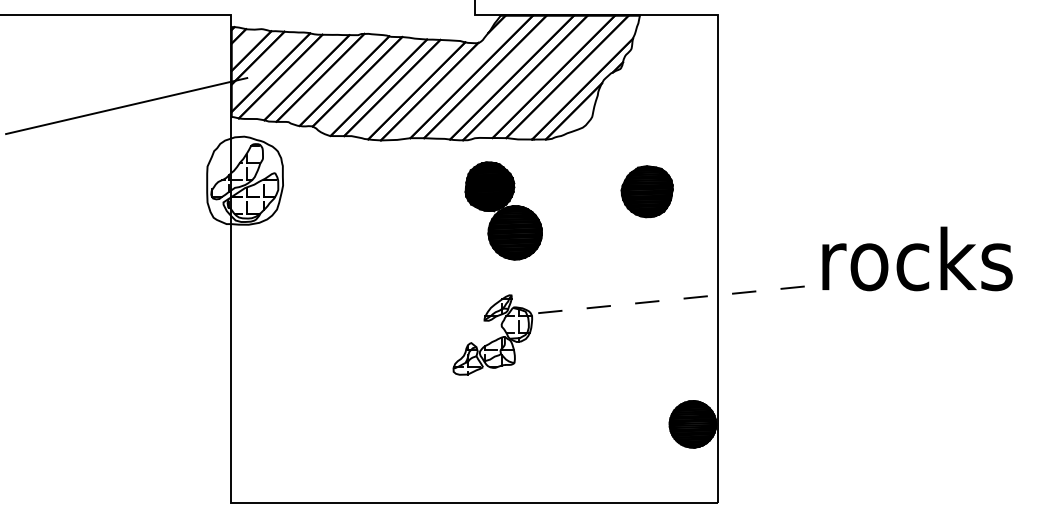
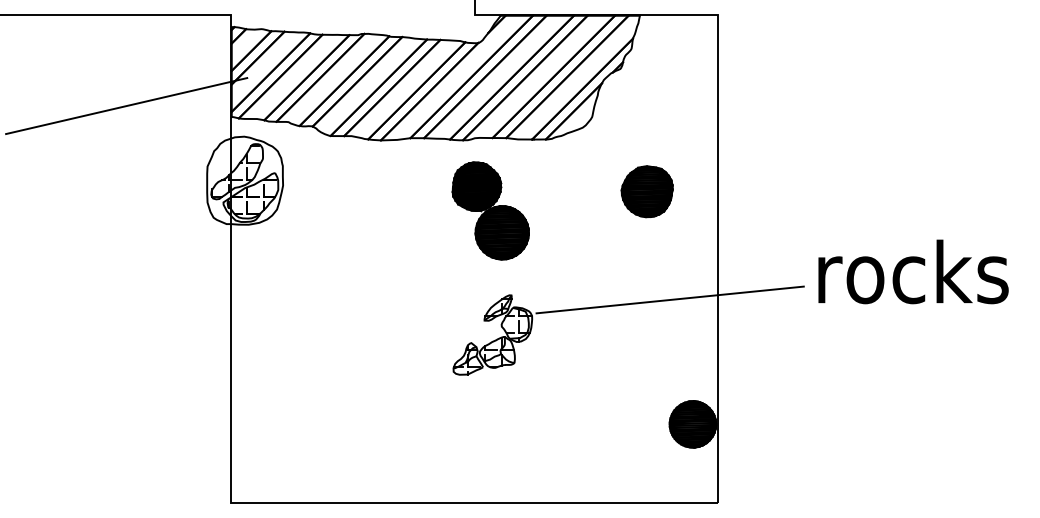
part at (503, 210) position: (503, 210) -> (490, 210)
text at (917, 258) position: (917, 258) -> (913, 271)
line at (669, 300): dashed -> solid
